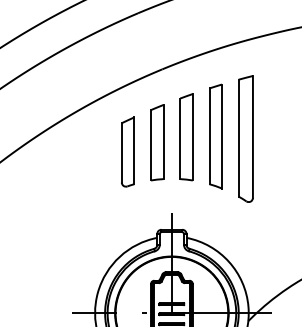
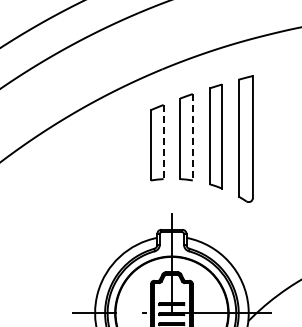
line at (192, 137): solid -> dashed
line at (163, 142): solid -> dashed
part at (127, 151): present -> none
